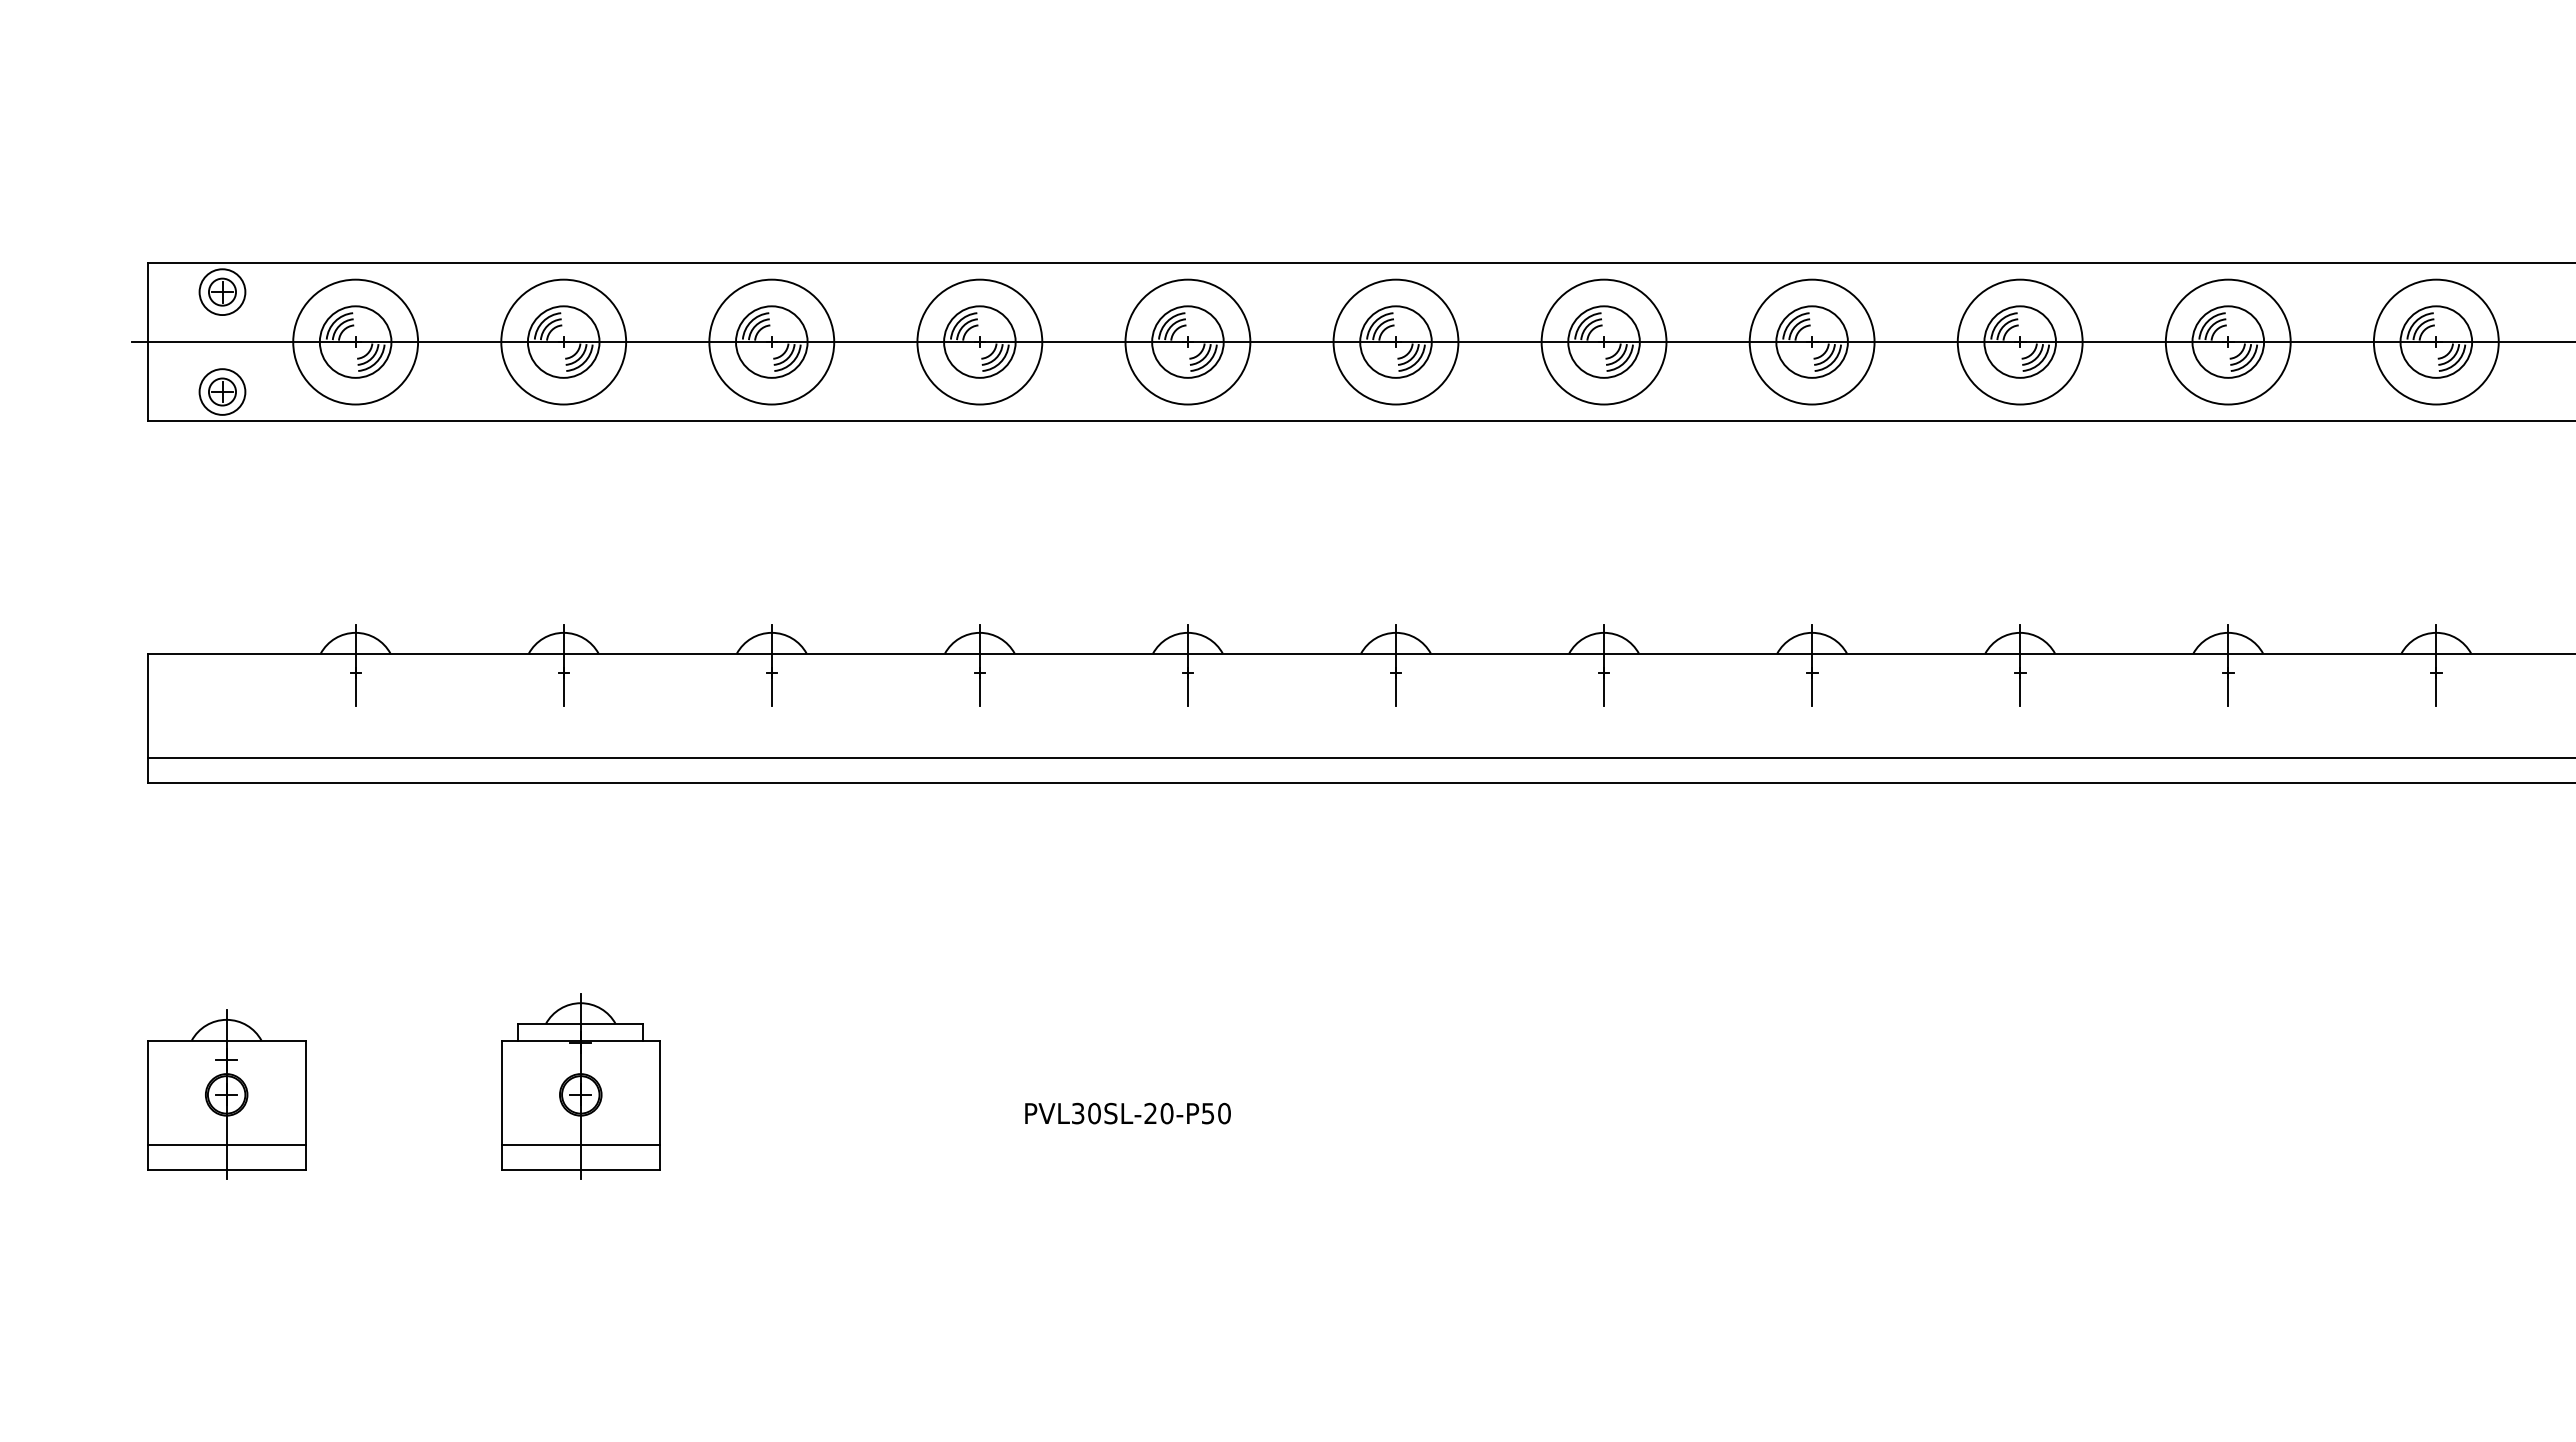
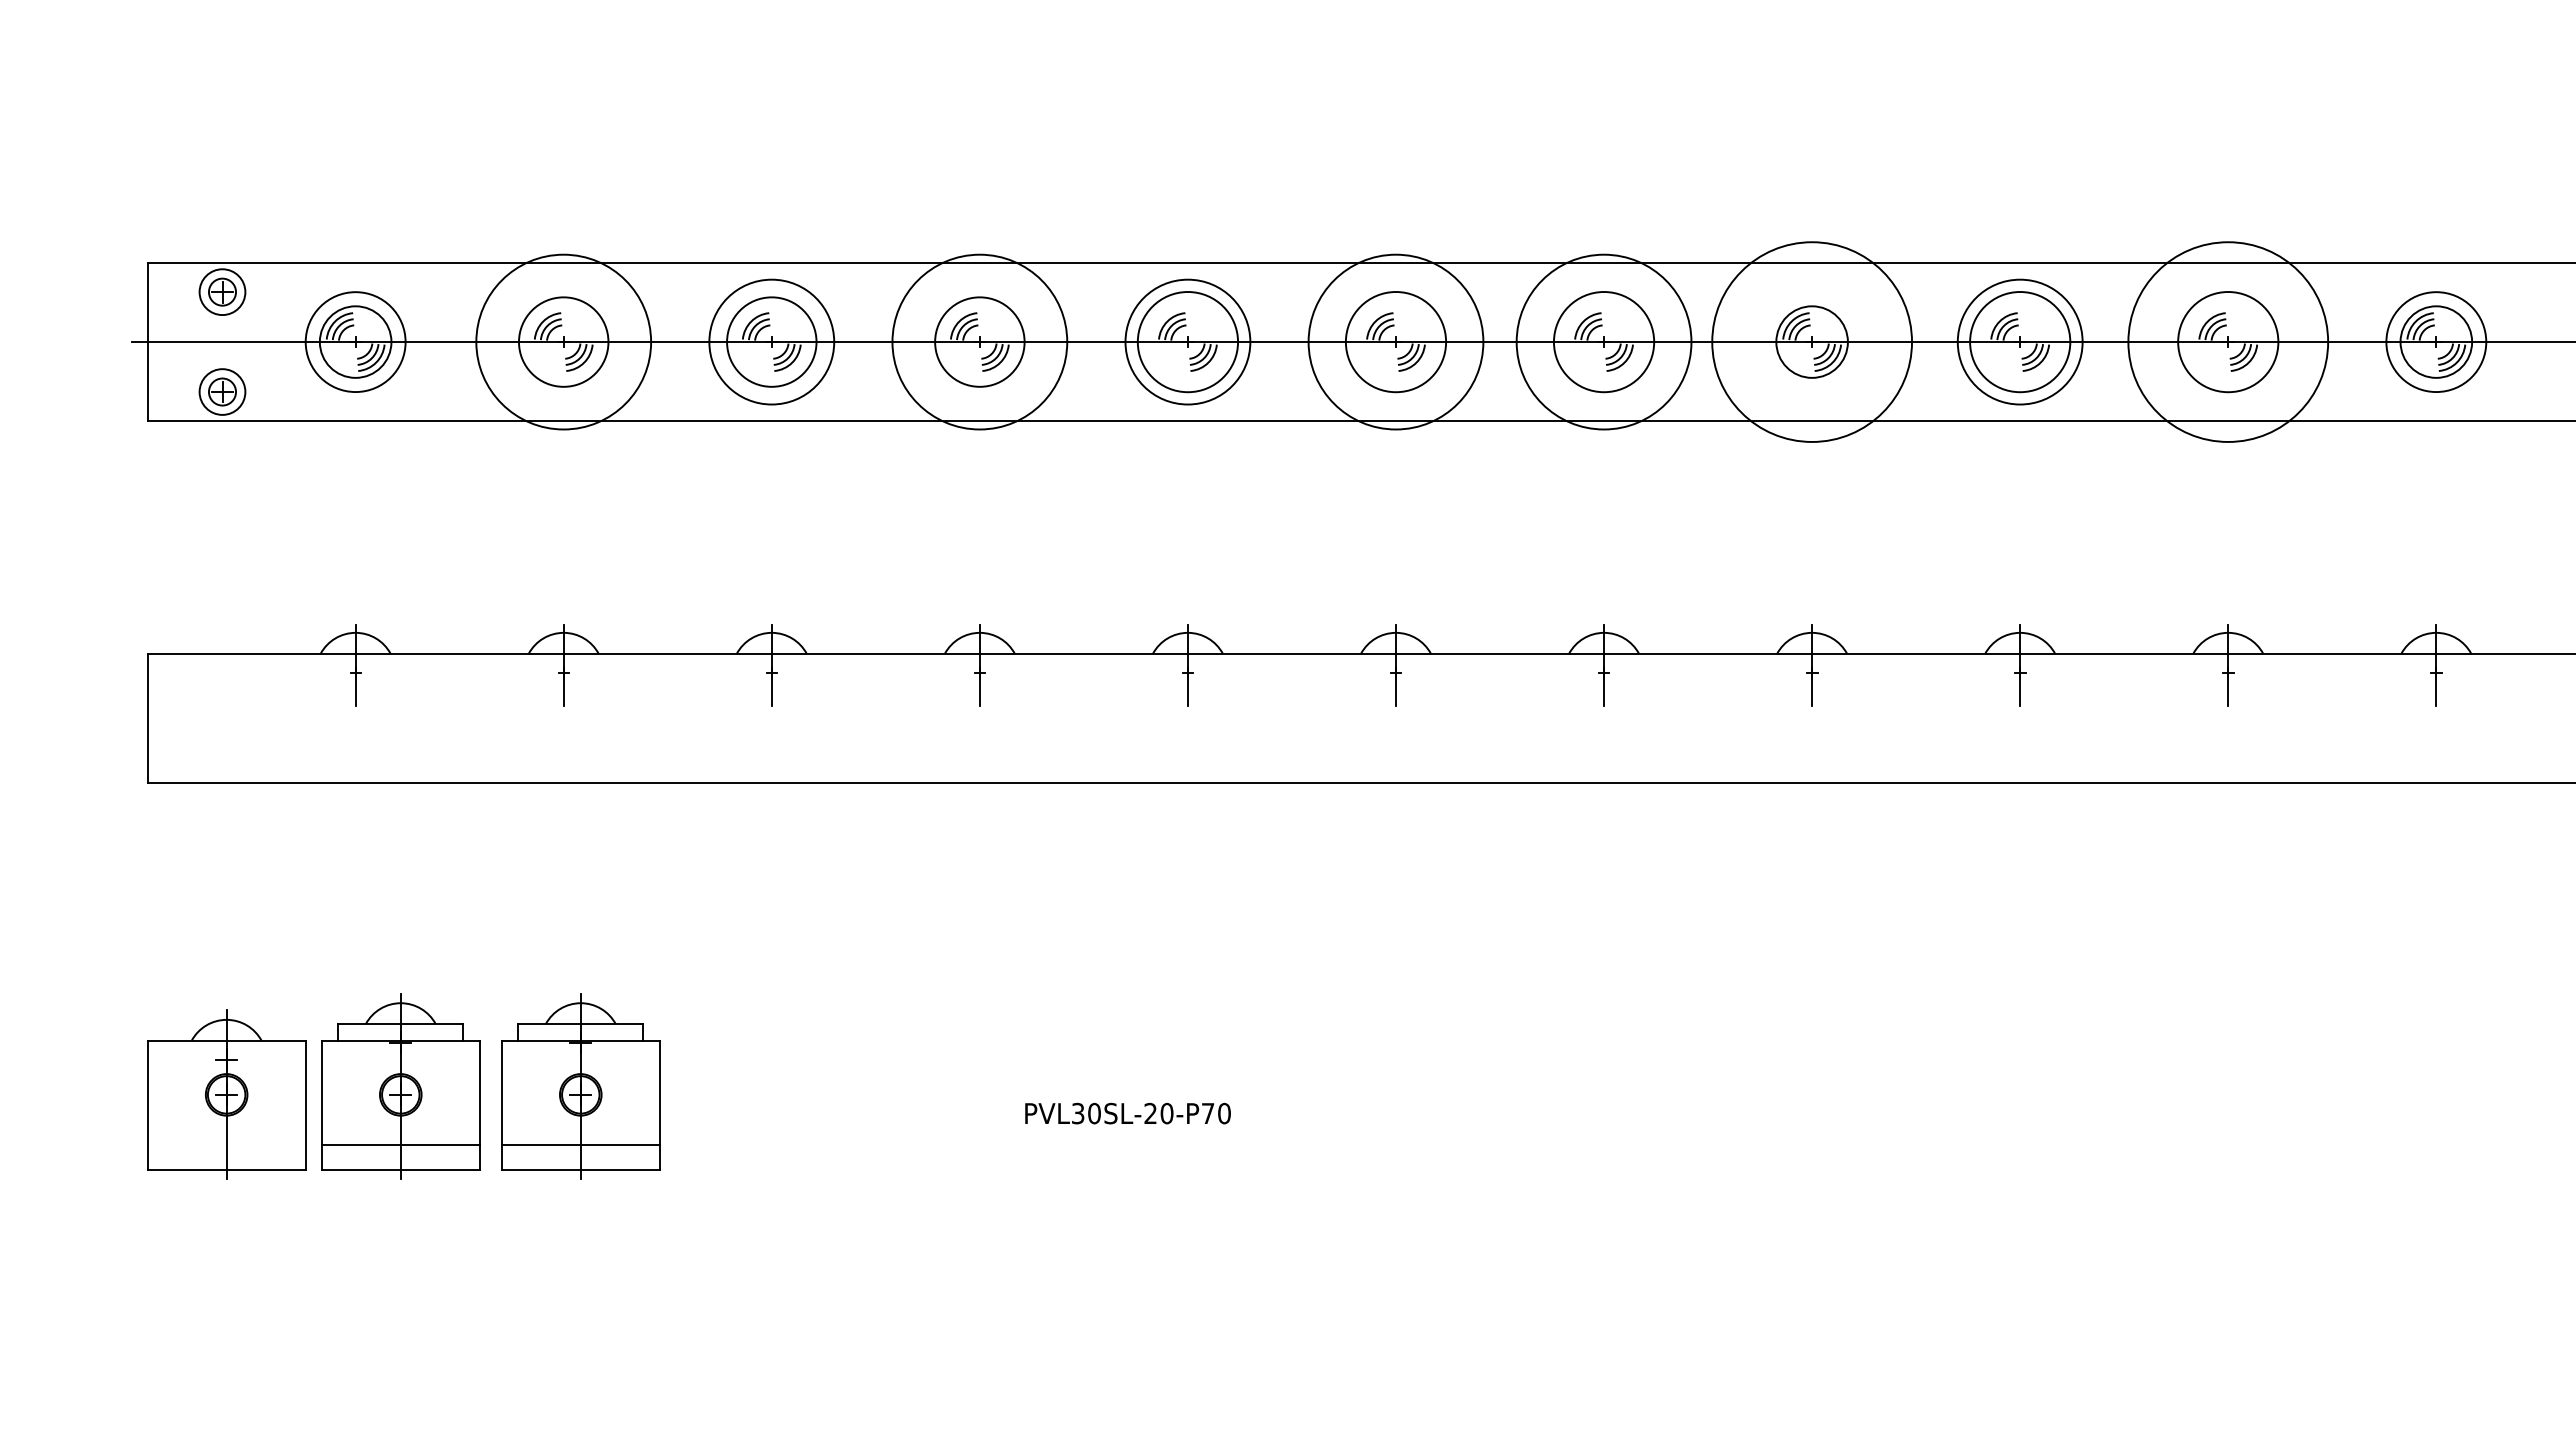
circle at (355, 341) diameter: 125 px -> 100 px
circle at (563, 341) diameter: 125 px -> 175 px
circle at (563, 341) diameter: 72 px -> 89 px
circle at (771, 341) diameter: 72 px -> 89 px
circle at (979, 341) diameter: 125 px -> 175 px
circle at (979, 341) diameter: 72 px -> 89 px
circle at (1187, 341) diameter: 72 px -> 100 px
circle at (1395, 341) diameter: 125 px -> 175 px
circle at (1395, 341) diameter: 72 px -> 100 px
circle at (1603, 341) diameter: 125 px -> 175 px
circle at (1603, 341) diameter: 72 px -> 100 px
circle at (1811, 341) diameter: 125 px -> 200 px
circle at (2019, 341) diameter: 72 px -> 100 px
circle at (2227, 341) diameter: 125 px -> 200 px
circle at (2228, 341) diameter: 72 px -> 100 px
circle at (2435, 341) diameter: 125 px -> 100 px
line at (1359, 757): present -> none
part at (400, 1086): none -> present
text at (1208, 1113): PVL30SL-20-P50 -> PVL30SL-20-P70
line at (226, 1144): present -> none
